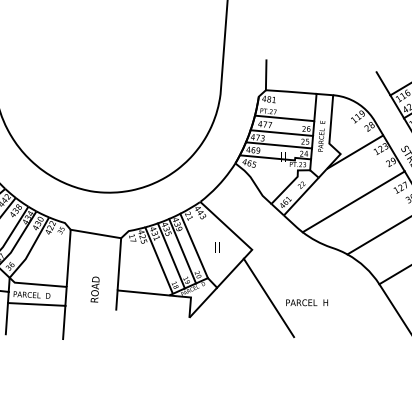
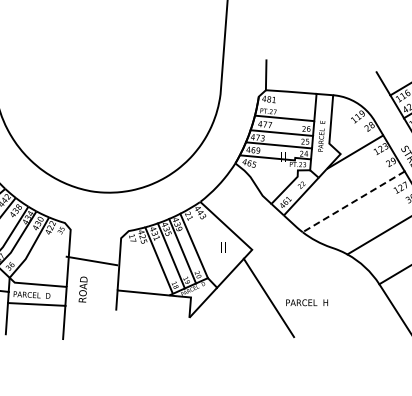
line at (353, 202): solid -> dashed
line at (95, 233) position: (95, 233) -> (91, 260)
text at (217, 247) position: (217, 247) -> (223, 247)
text at (94, 289) position: (94, 289) -> (82, 289)
